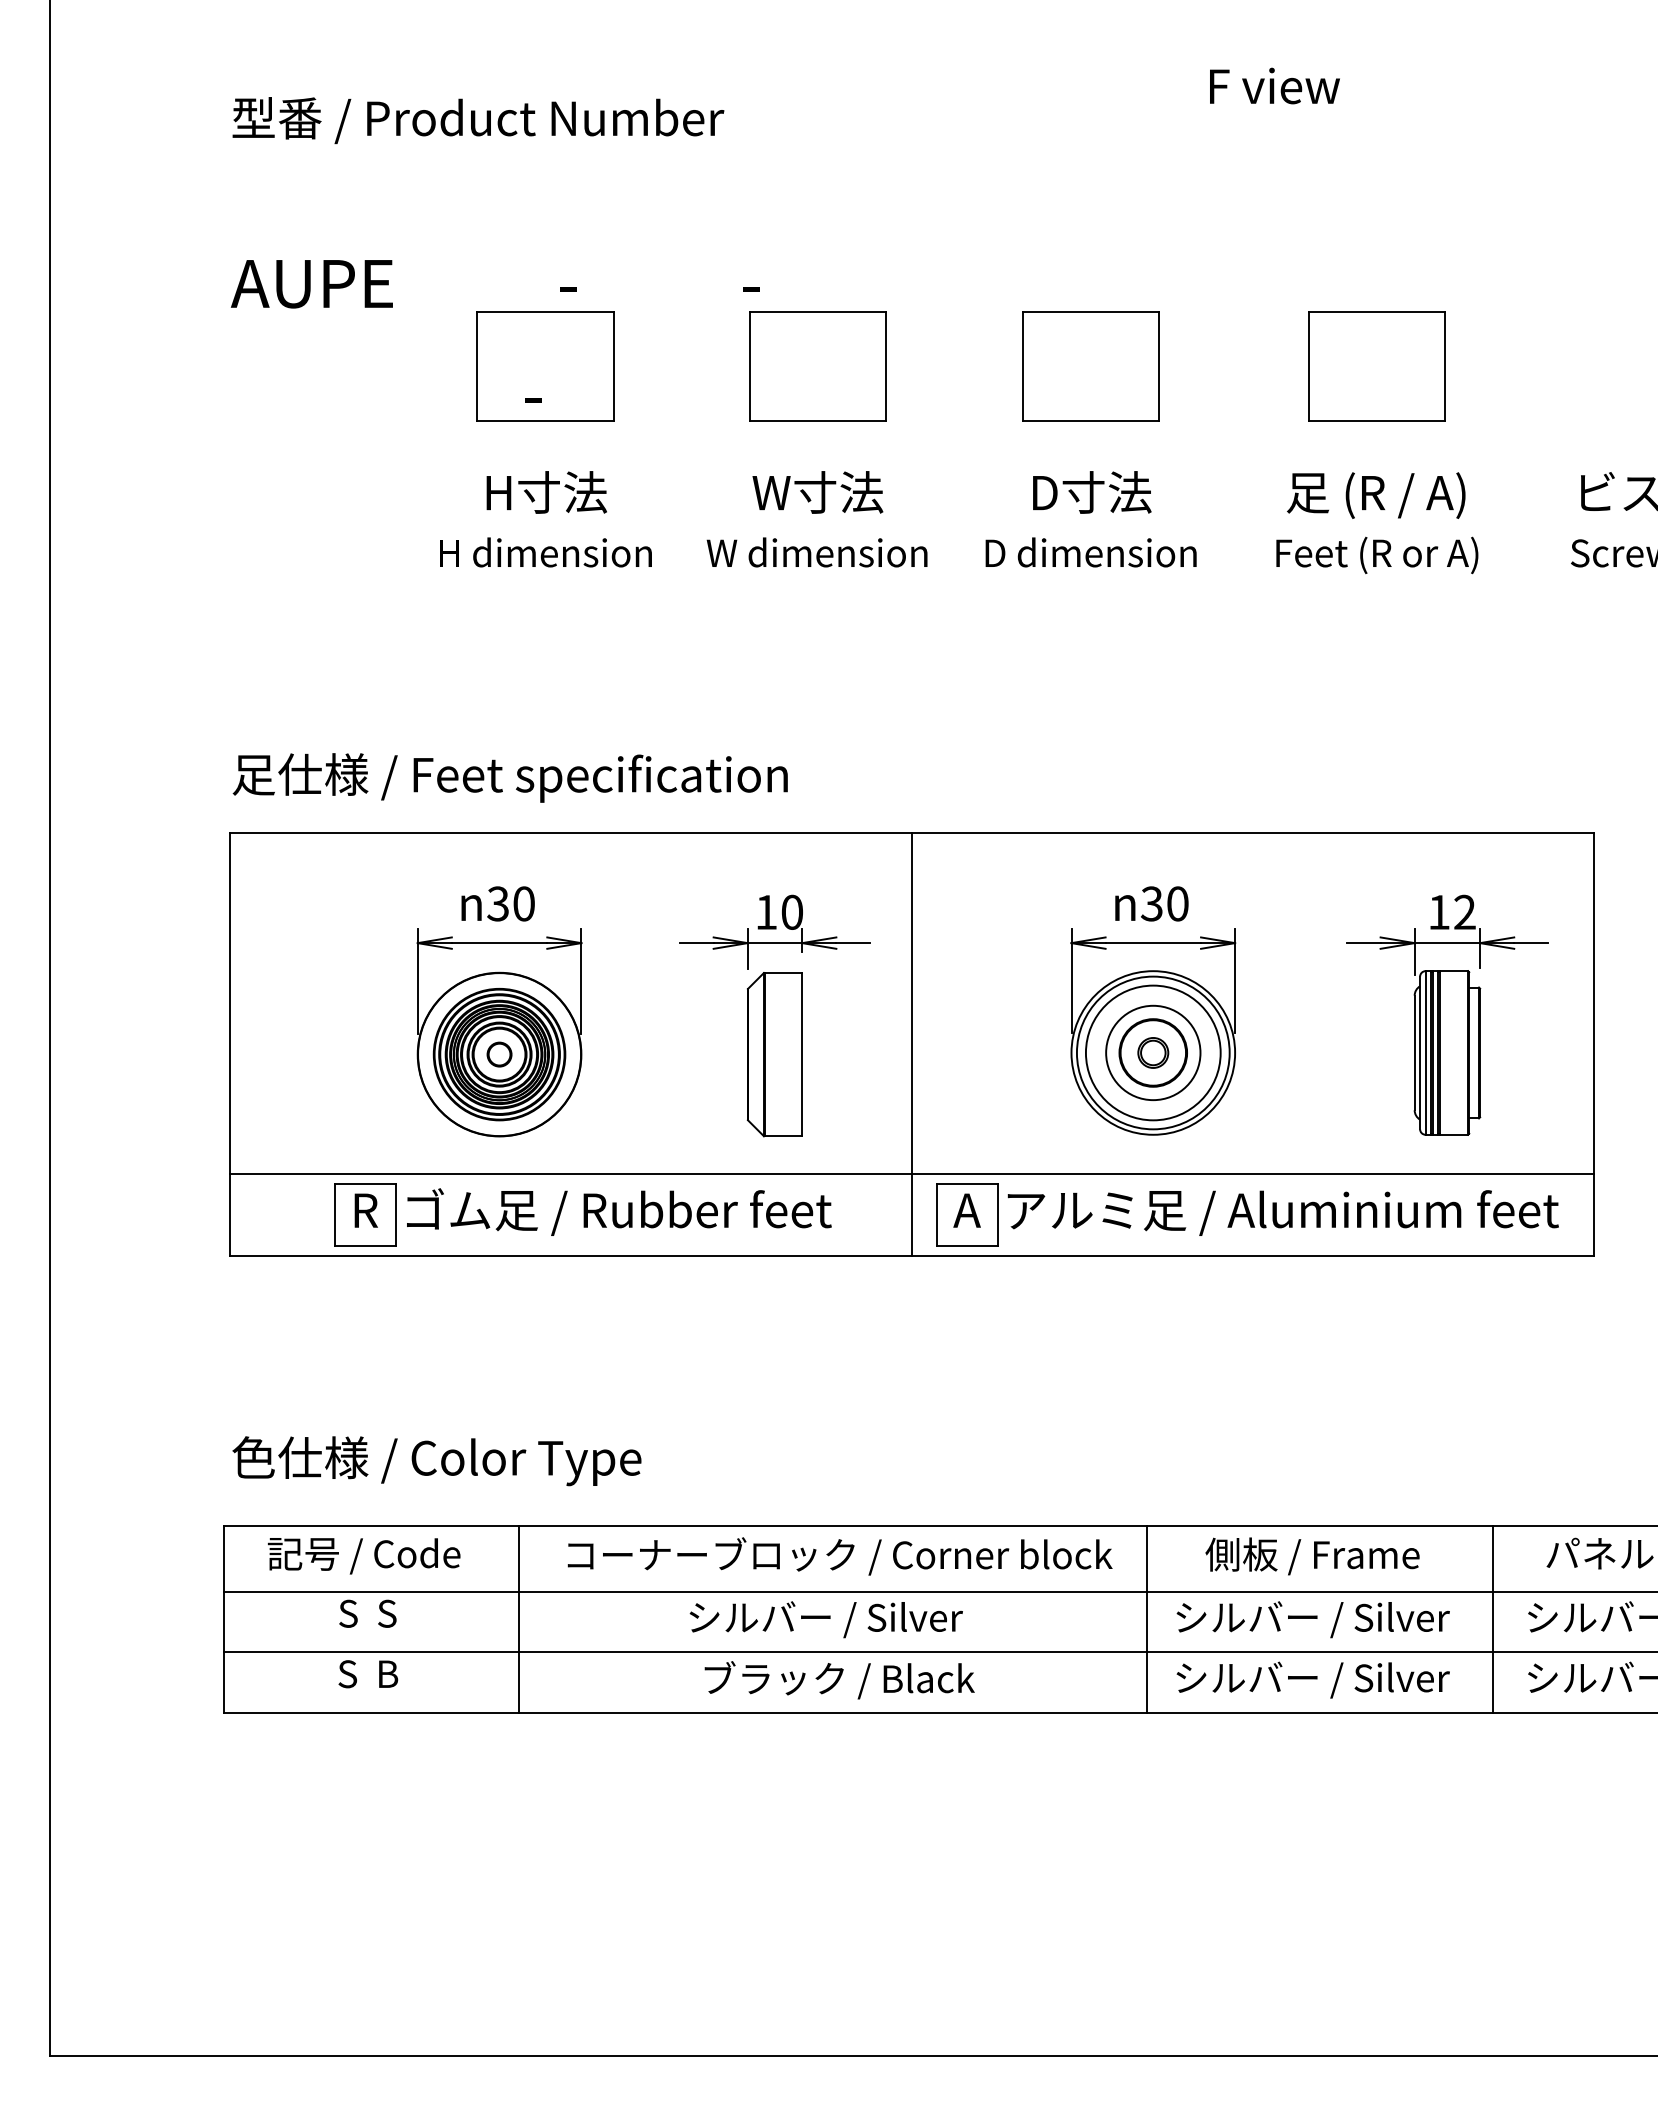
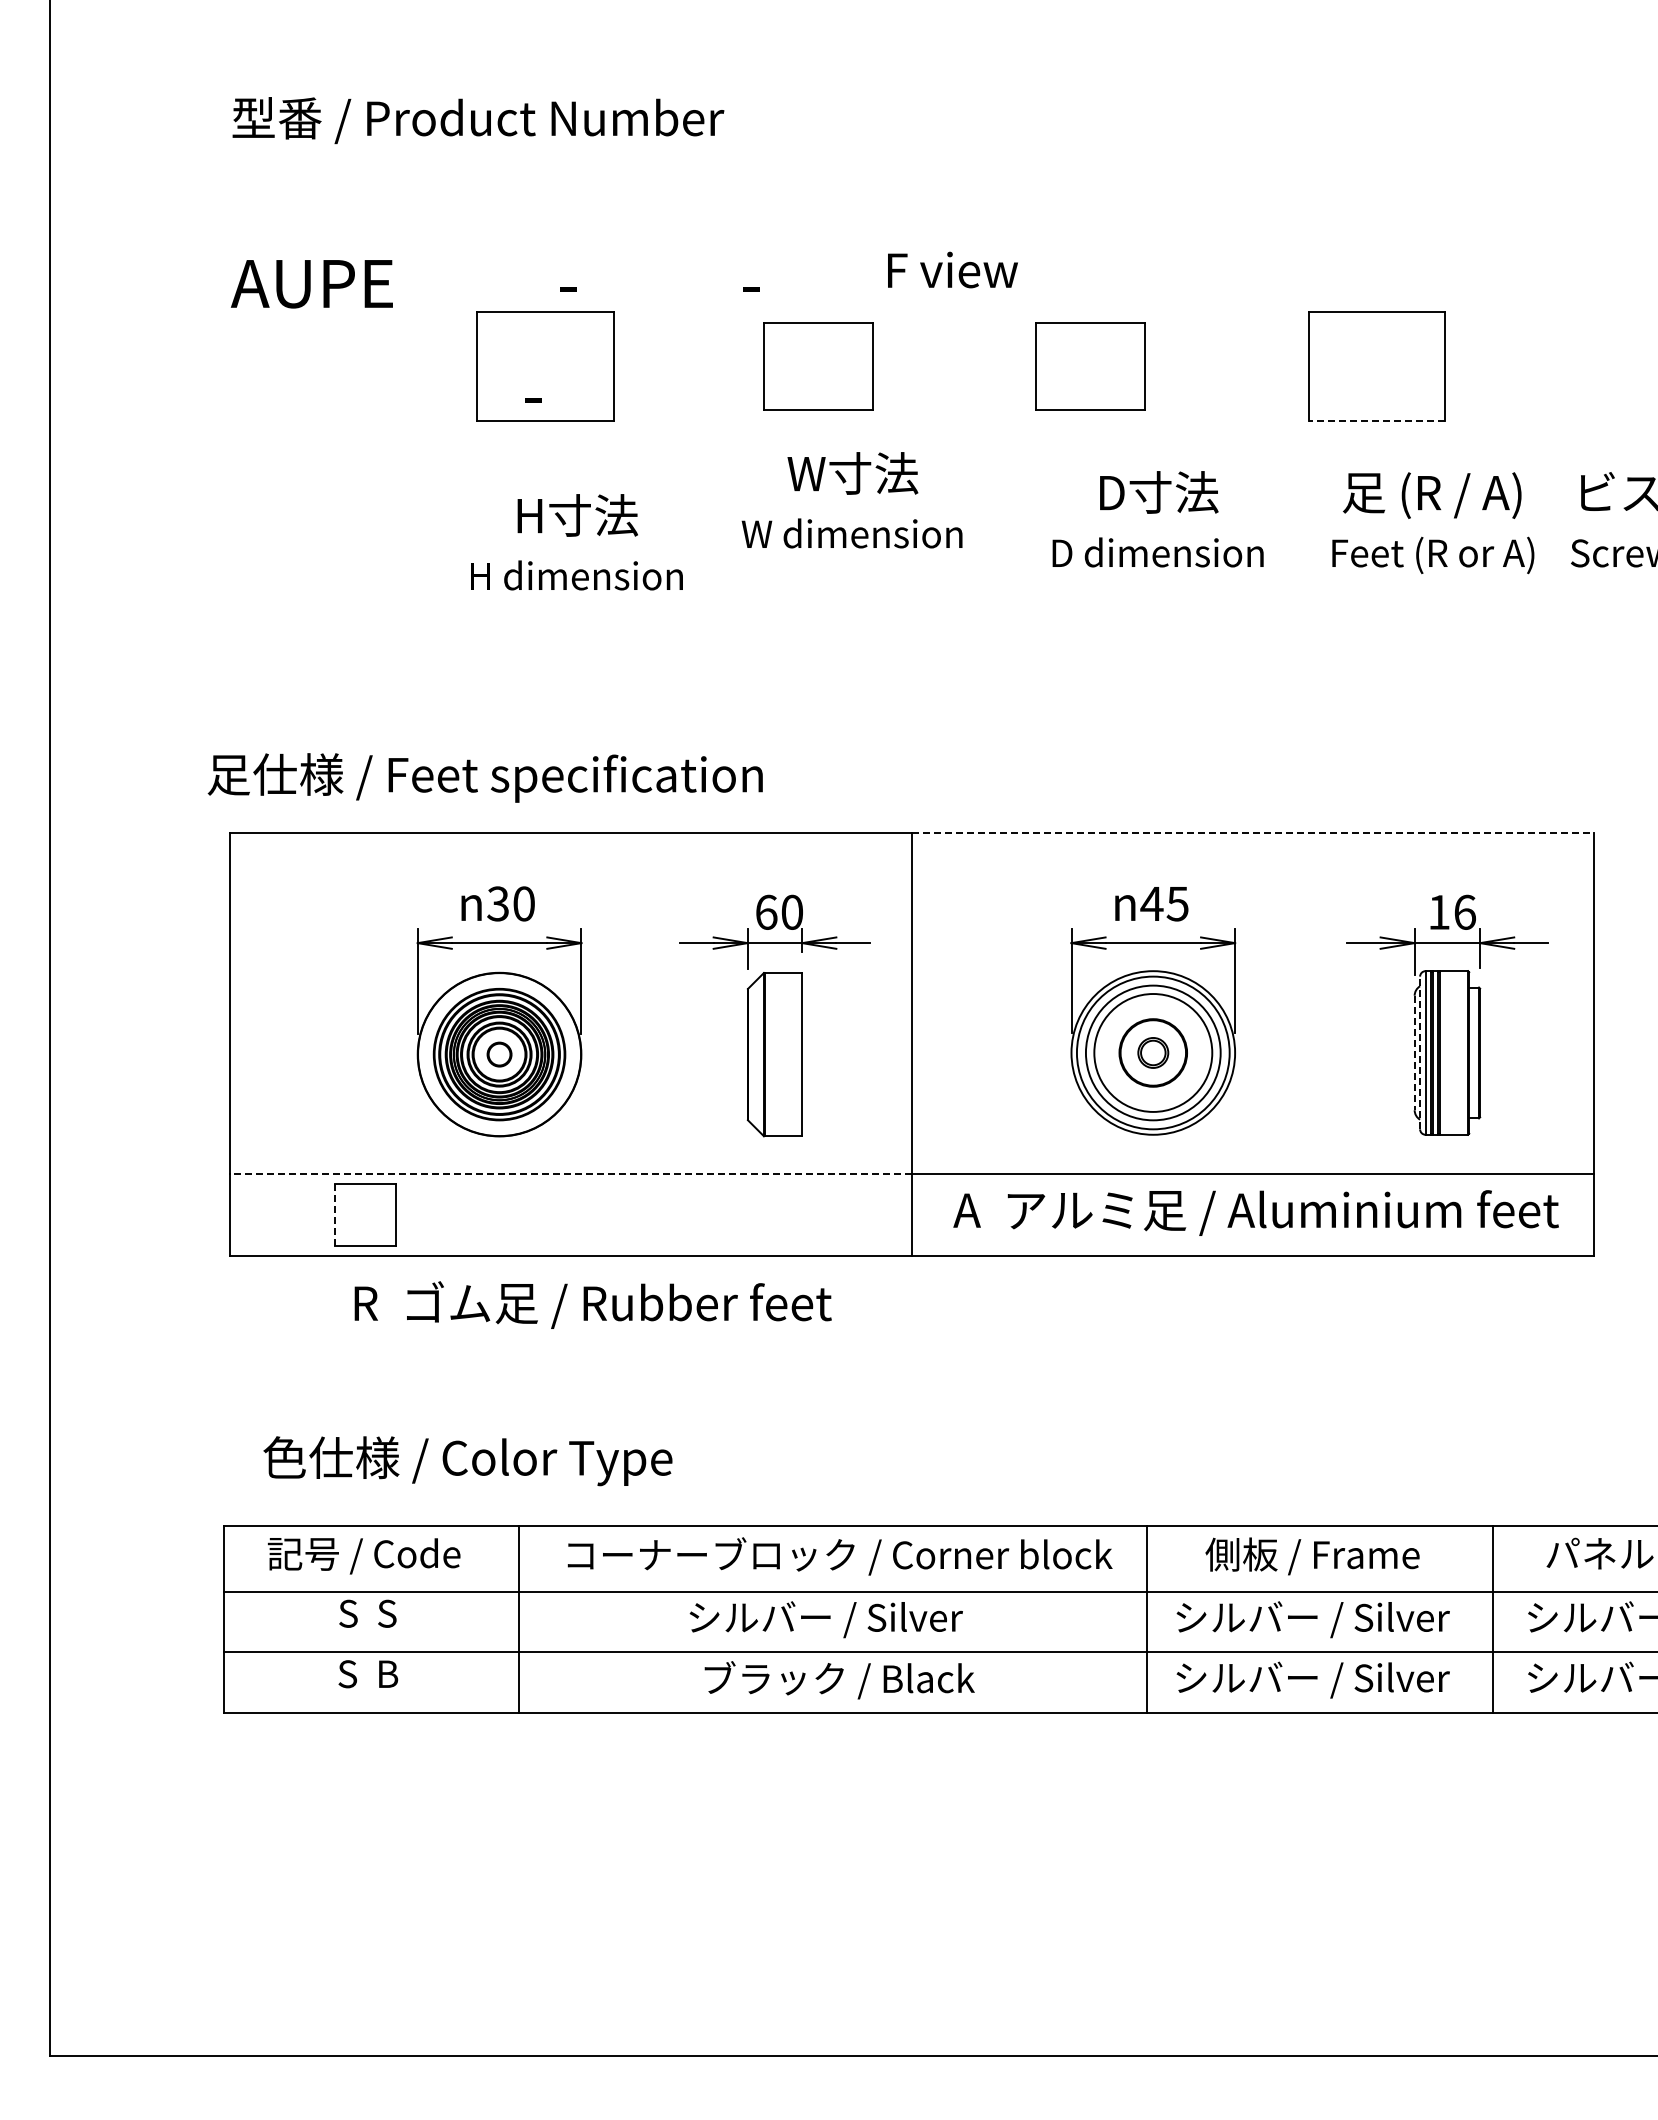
text at (1274, 85) position: (1274, 85) -> (952, 269)
part at (817, 366) size: 138x111 px -> 111x89 px
part at (1090, 366) size: 138x111 px -> 111x89 px
line at (1376, 421): solid -> dashed
text at (545, 519) position: (545, 519) -> (576, 542)
text at (816, 519) position: (816, 519) -> (851, 500)
text at (1090, 519) position: (1090, 519) -> (1157, 519)
text at (1377, 523) position: (1377, 523) -> (1433, 523)
text at (509, 777) position: (509, 777) -> (484, 777)
line at (1253, 833): solid -> dashed
text at (1164, 903): 30 -> 45
text at (766, 911): 10 -> 60
text at (1464, 911): 12 -> 16
circle at (1153, 1052) diameter: 94 px -> 118 px
line at (1420, 1052): solid -> dashed
line at (1414, 1053): solid -> dashed
line at (571, 1174): solid -> dashed
text at (592, 1211) position: (592, 1211) -> (592, 1304)
part at (967, 1214): present -> none
line at (335, 1215): solid -> dashed
text at (436, 1461) position: (436, 1461) -> (467, 1461)
